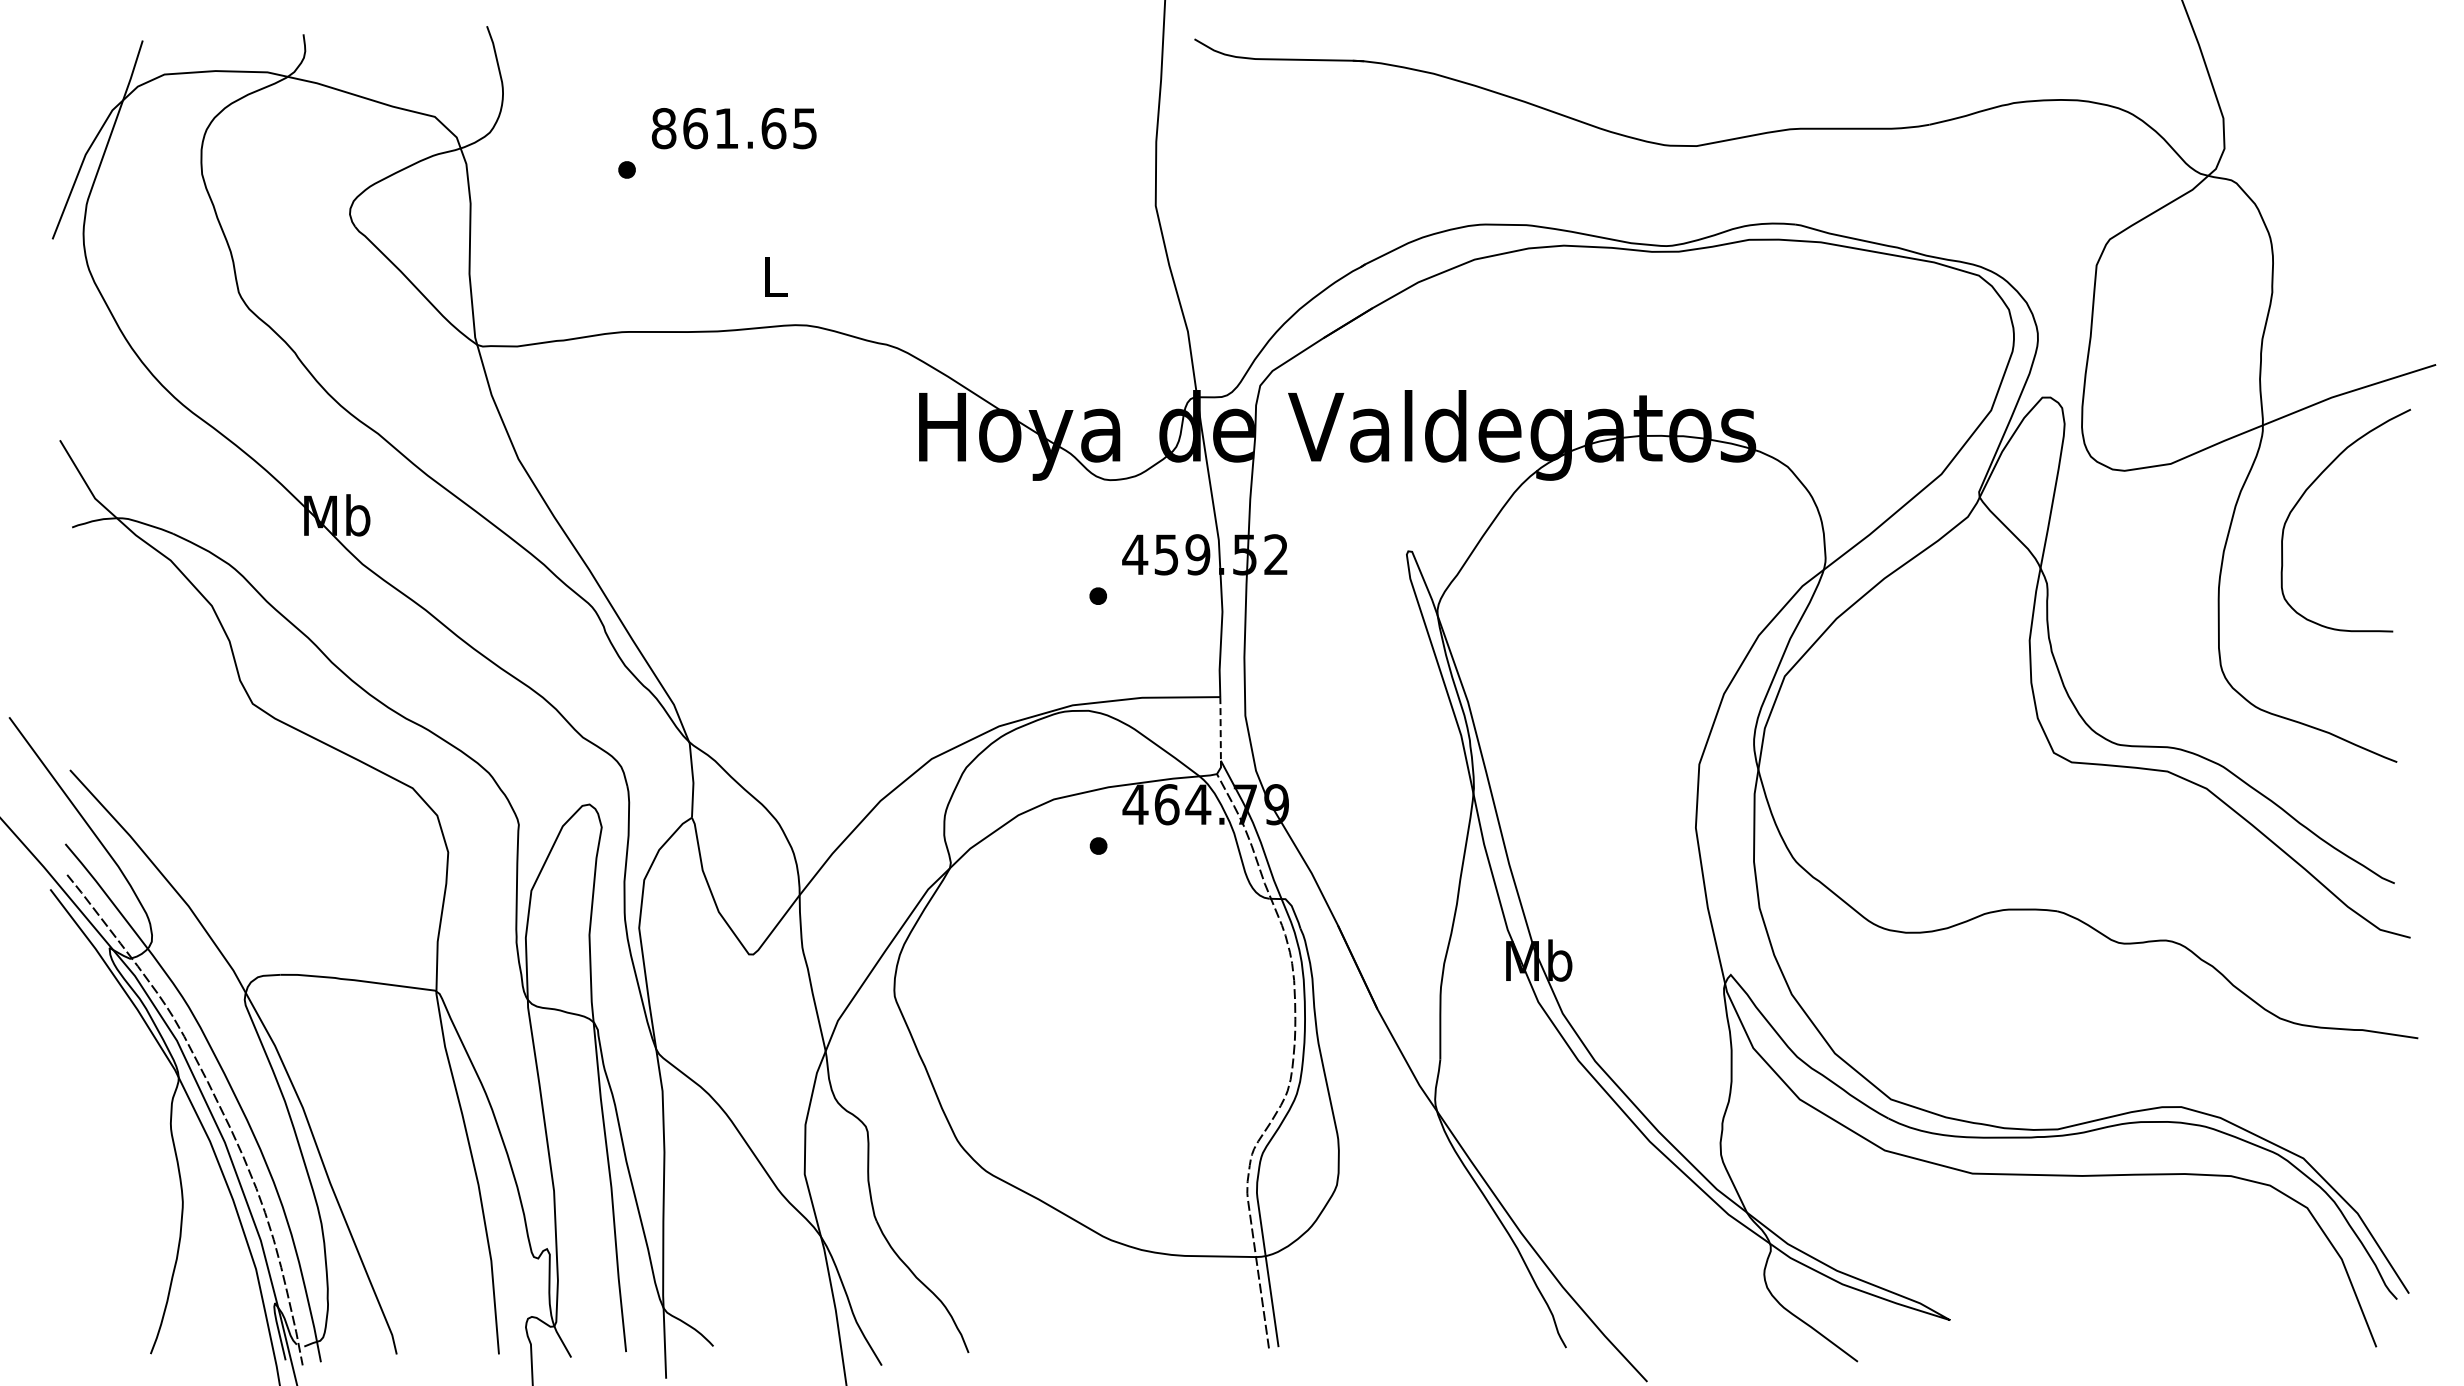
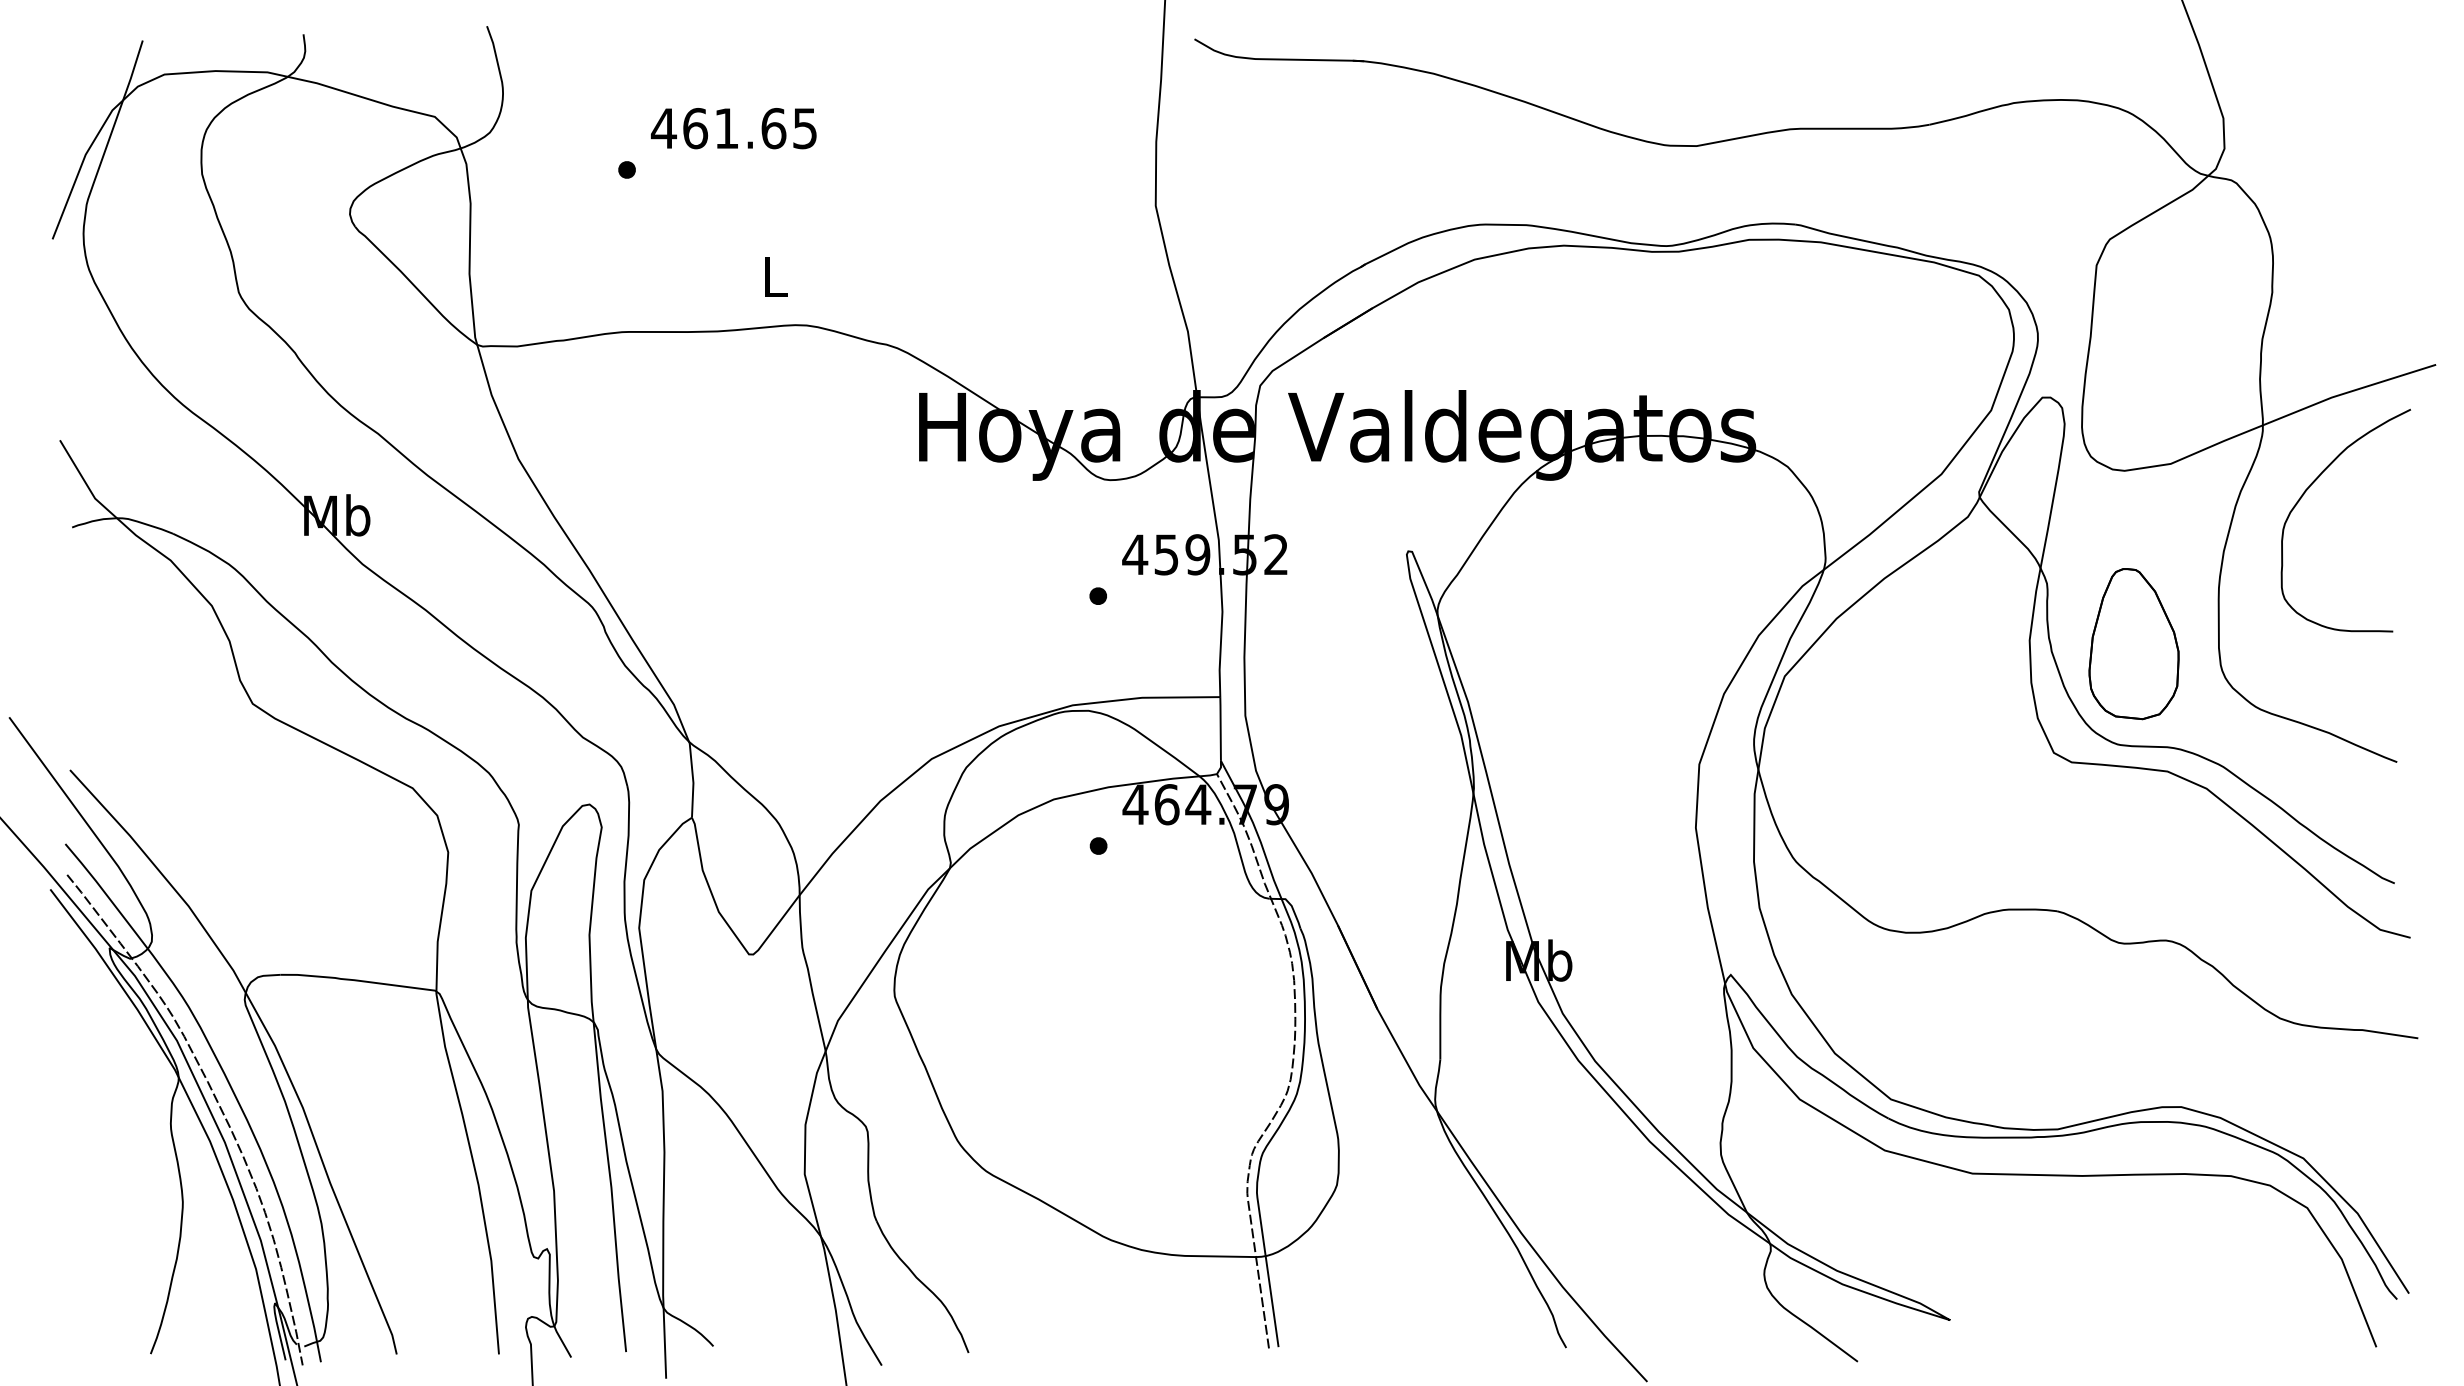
text at (663, 128): 861.65 -> 461.65
part at (2133, 644): none -> present
line at (1220, 728): dashed -> solid
